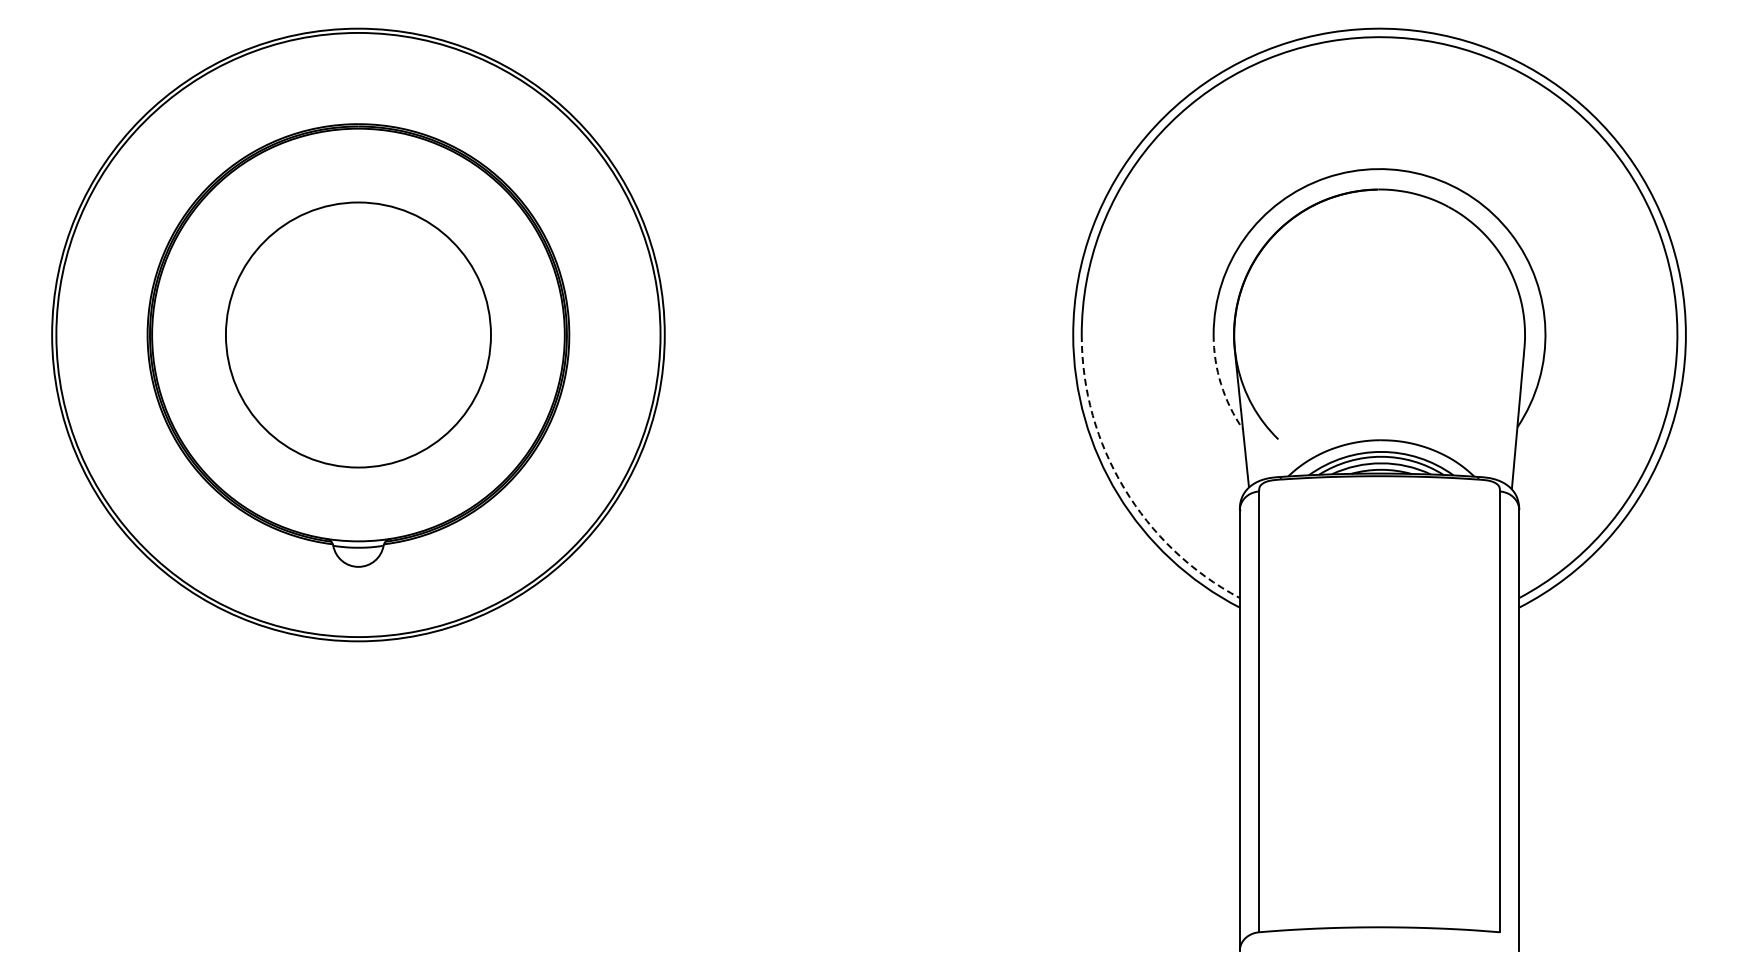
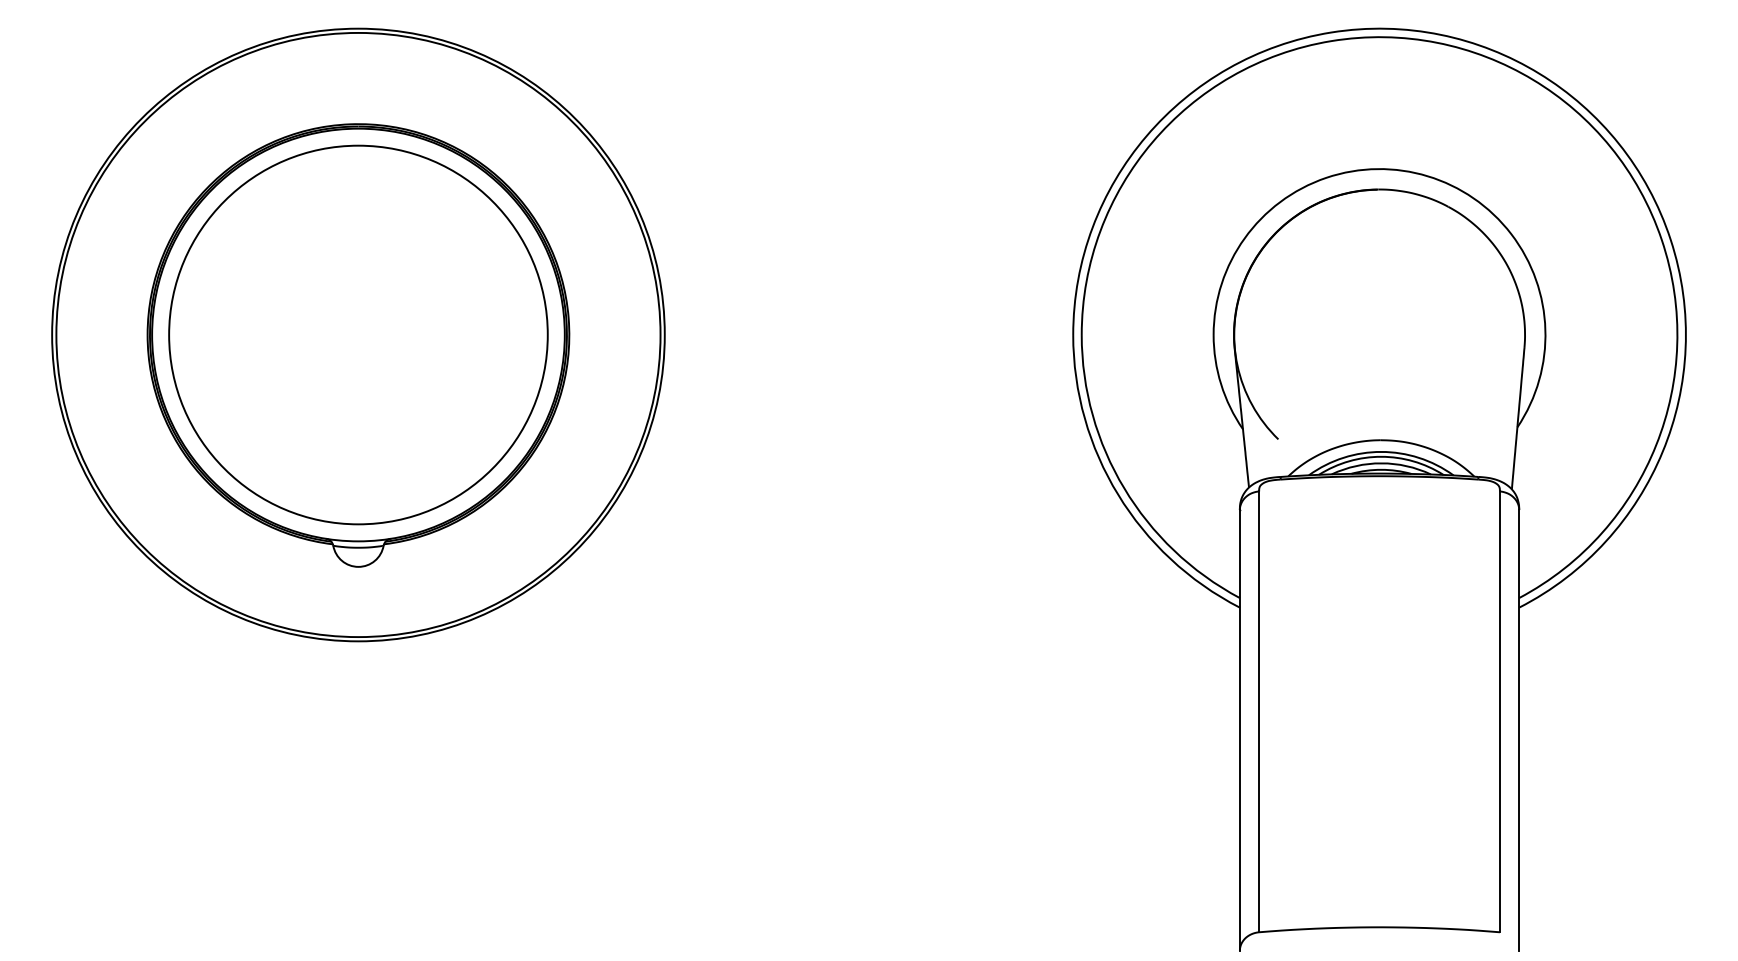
circle at (357, 334) diameter: 265 px -> 379 px
arc at (1221, 384): dashed -> solid
arc at (1124, 488): dashed -> solid
